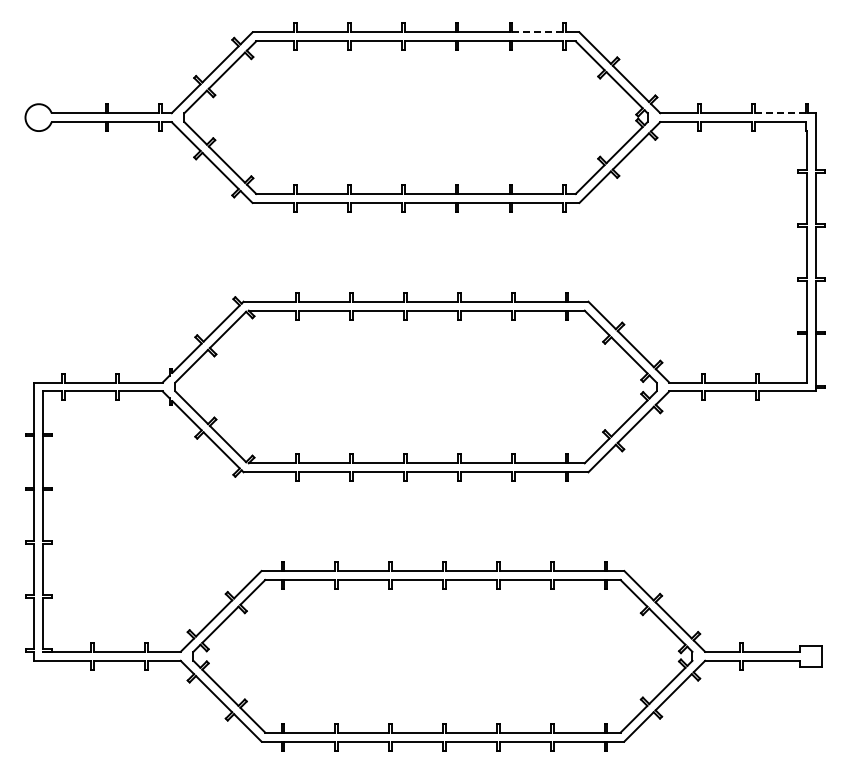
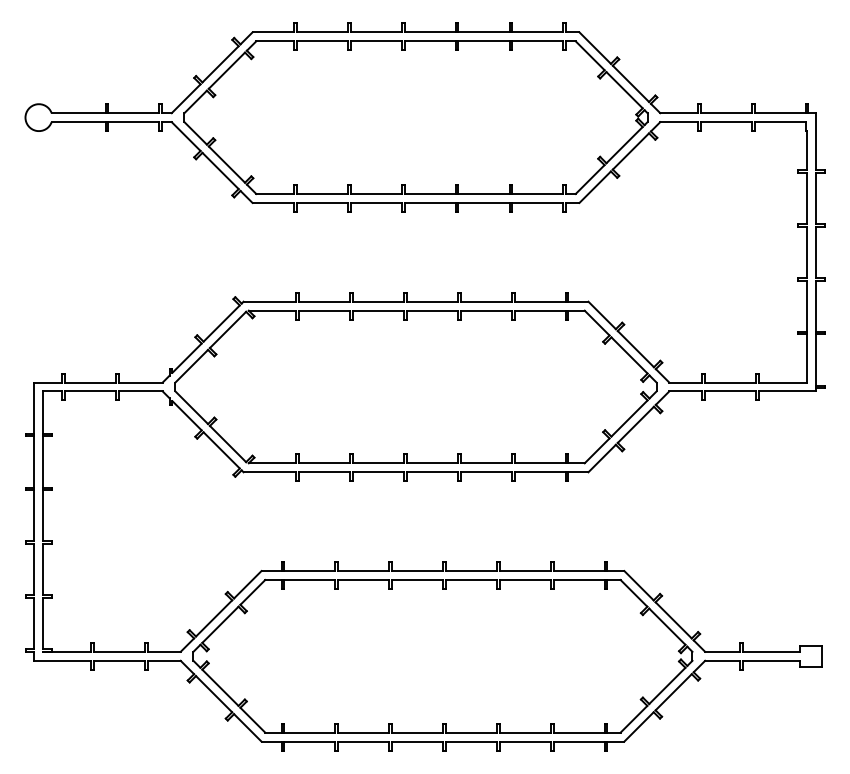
line at (537, 32): dashed -> solid
line at (780, 113): dashed -> solid
